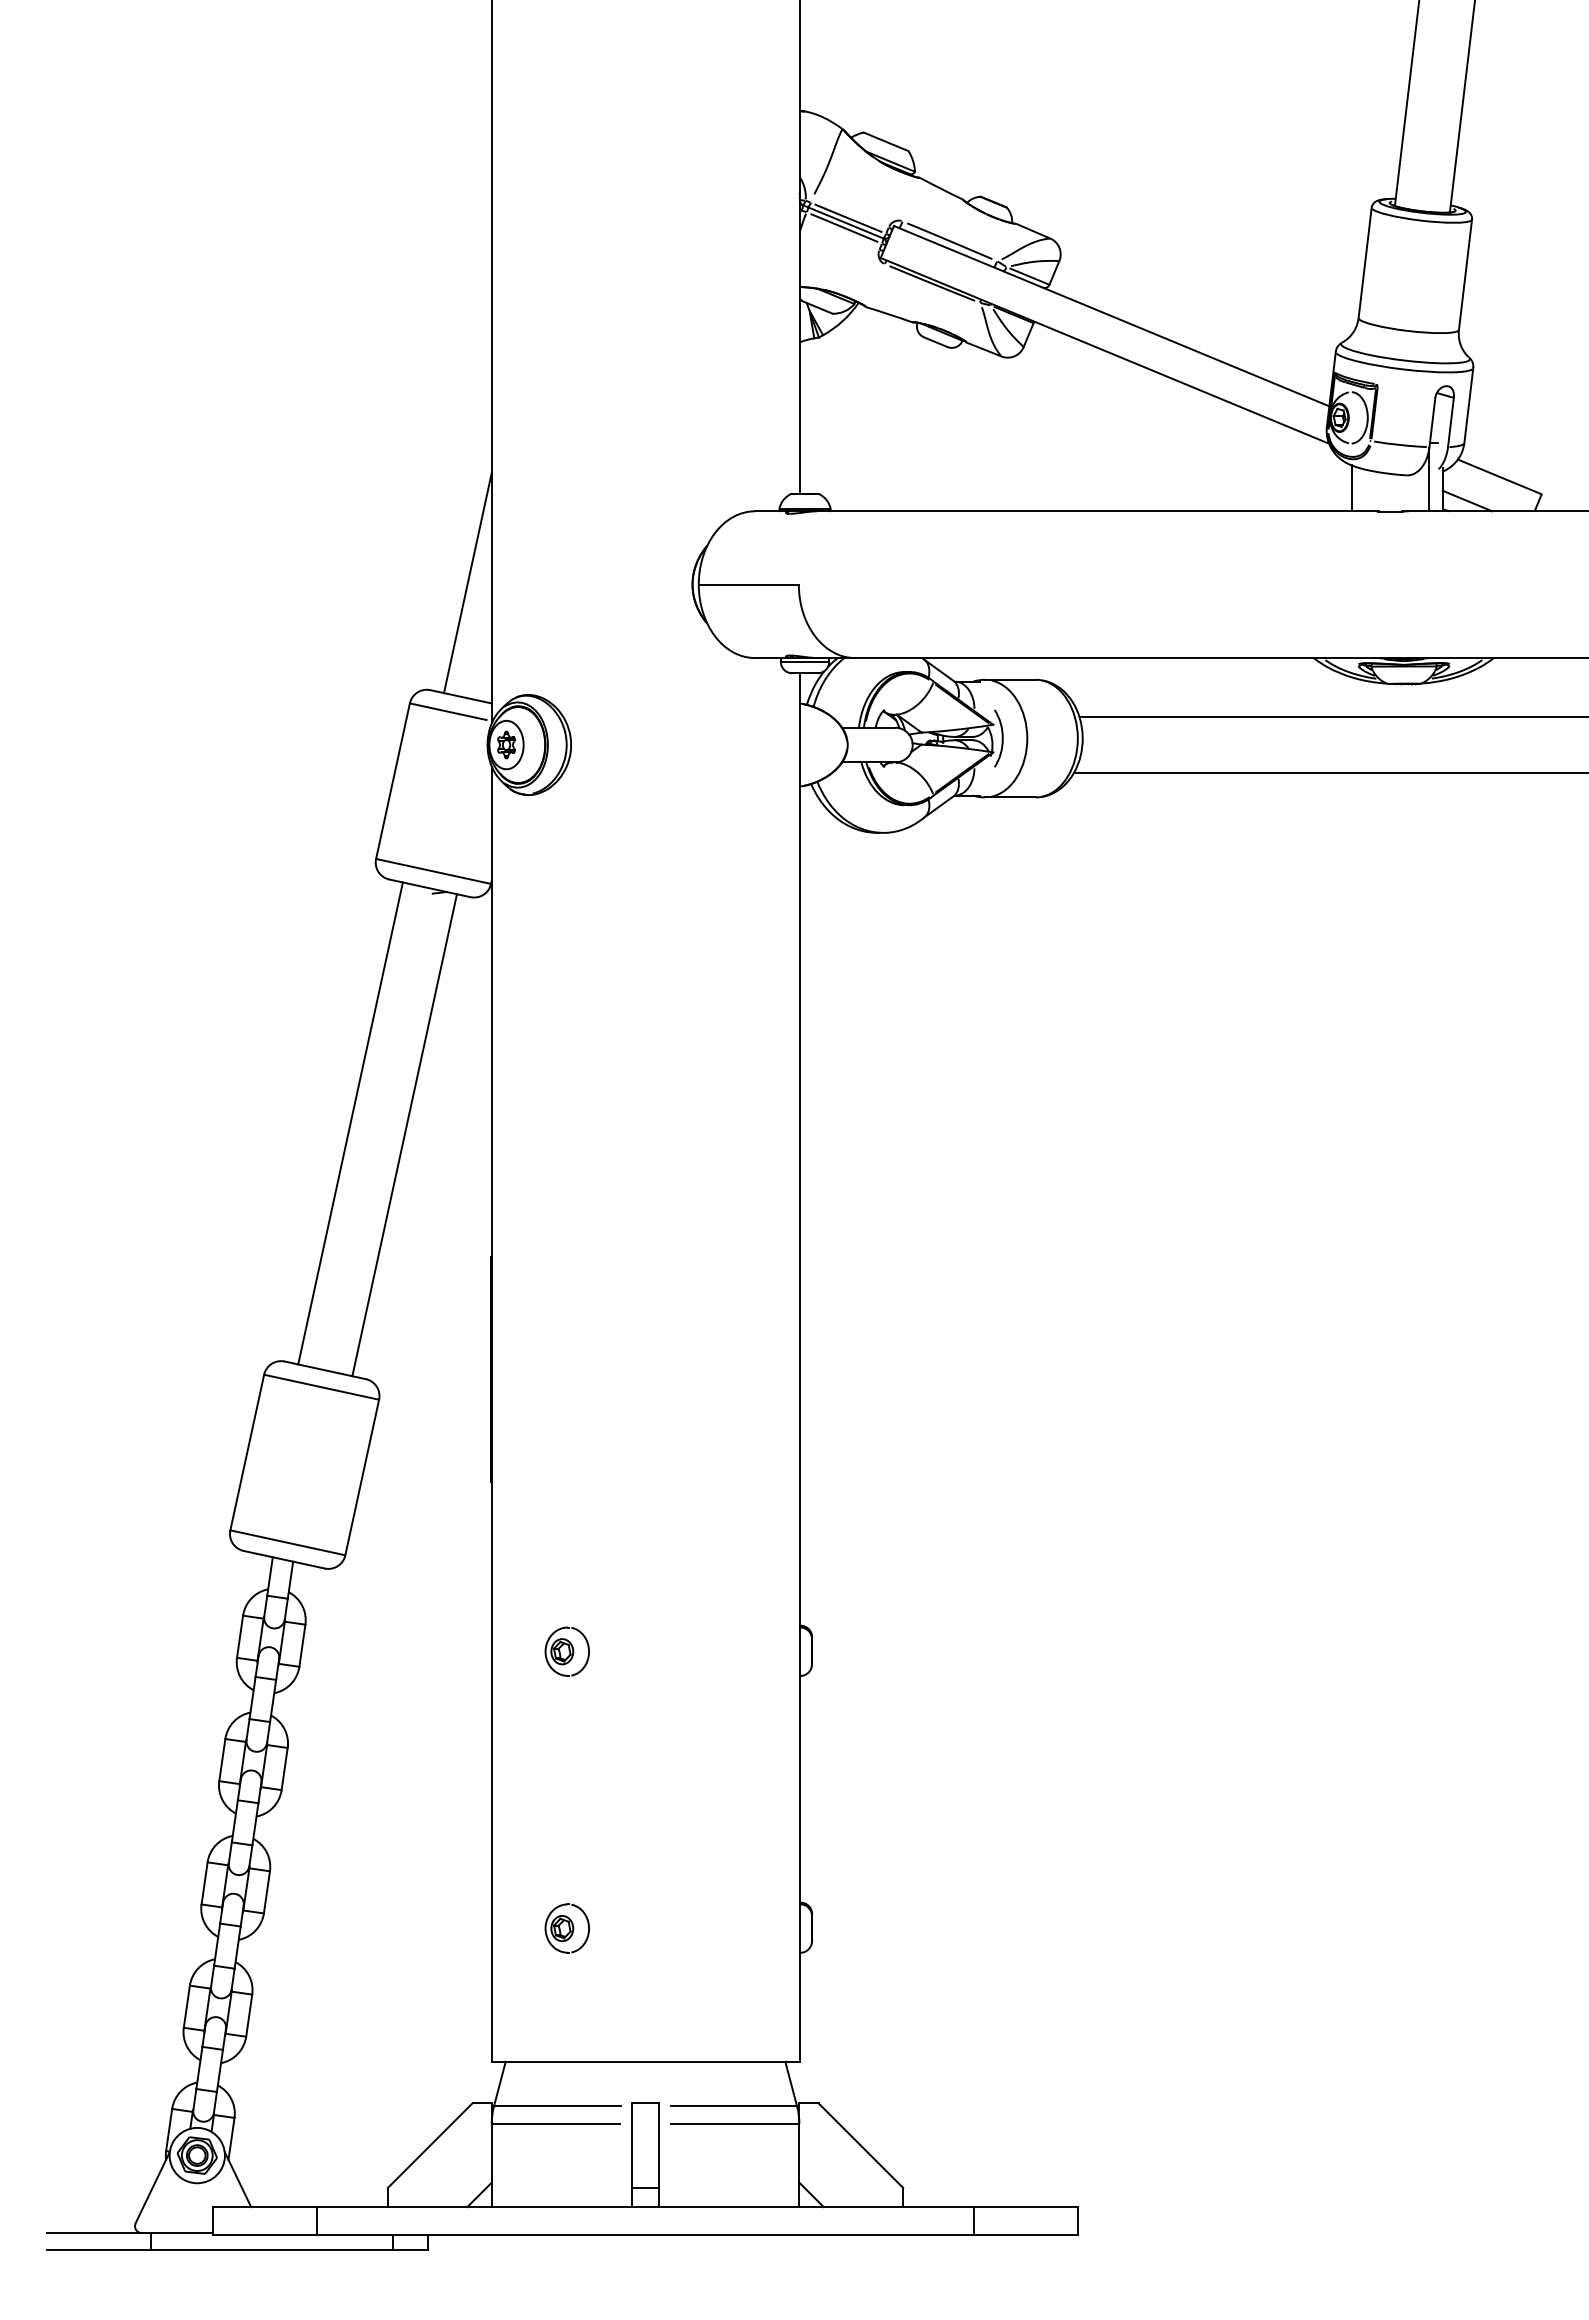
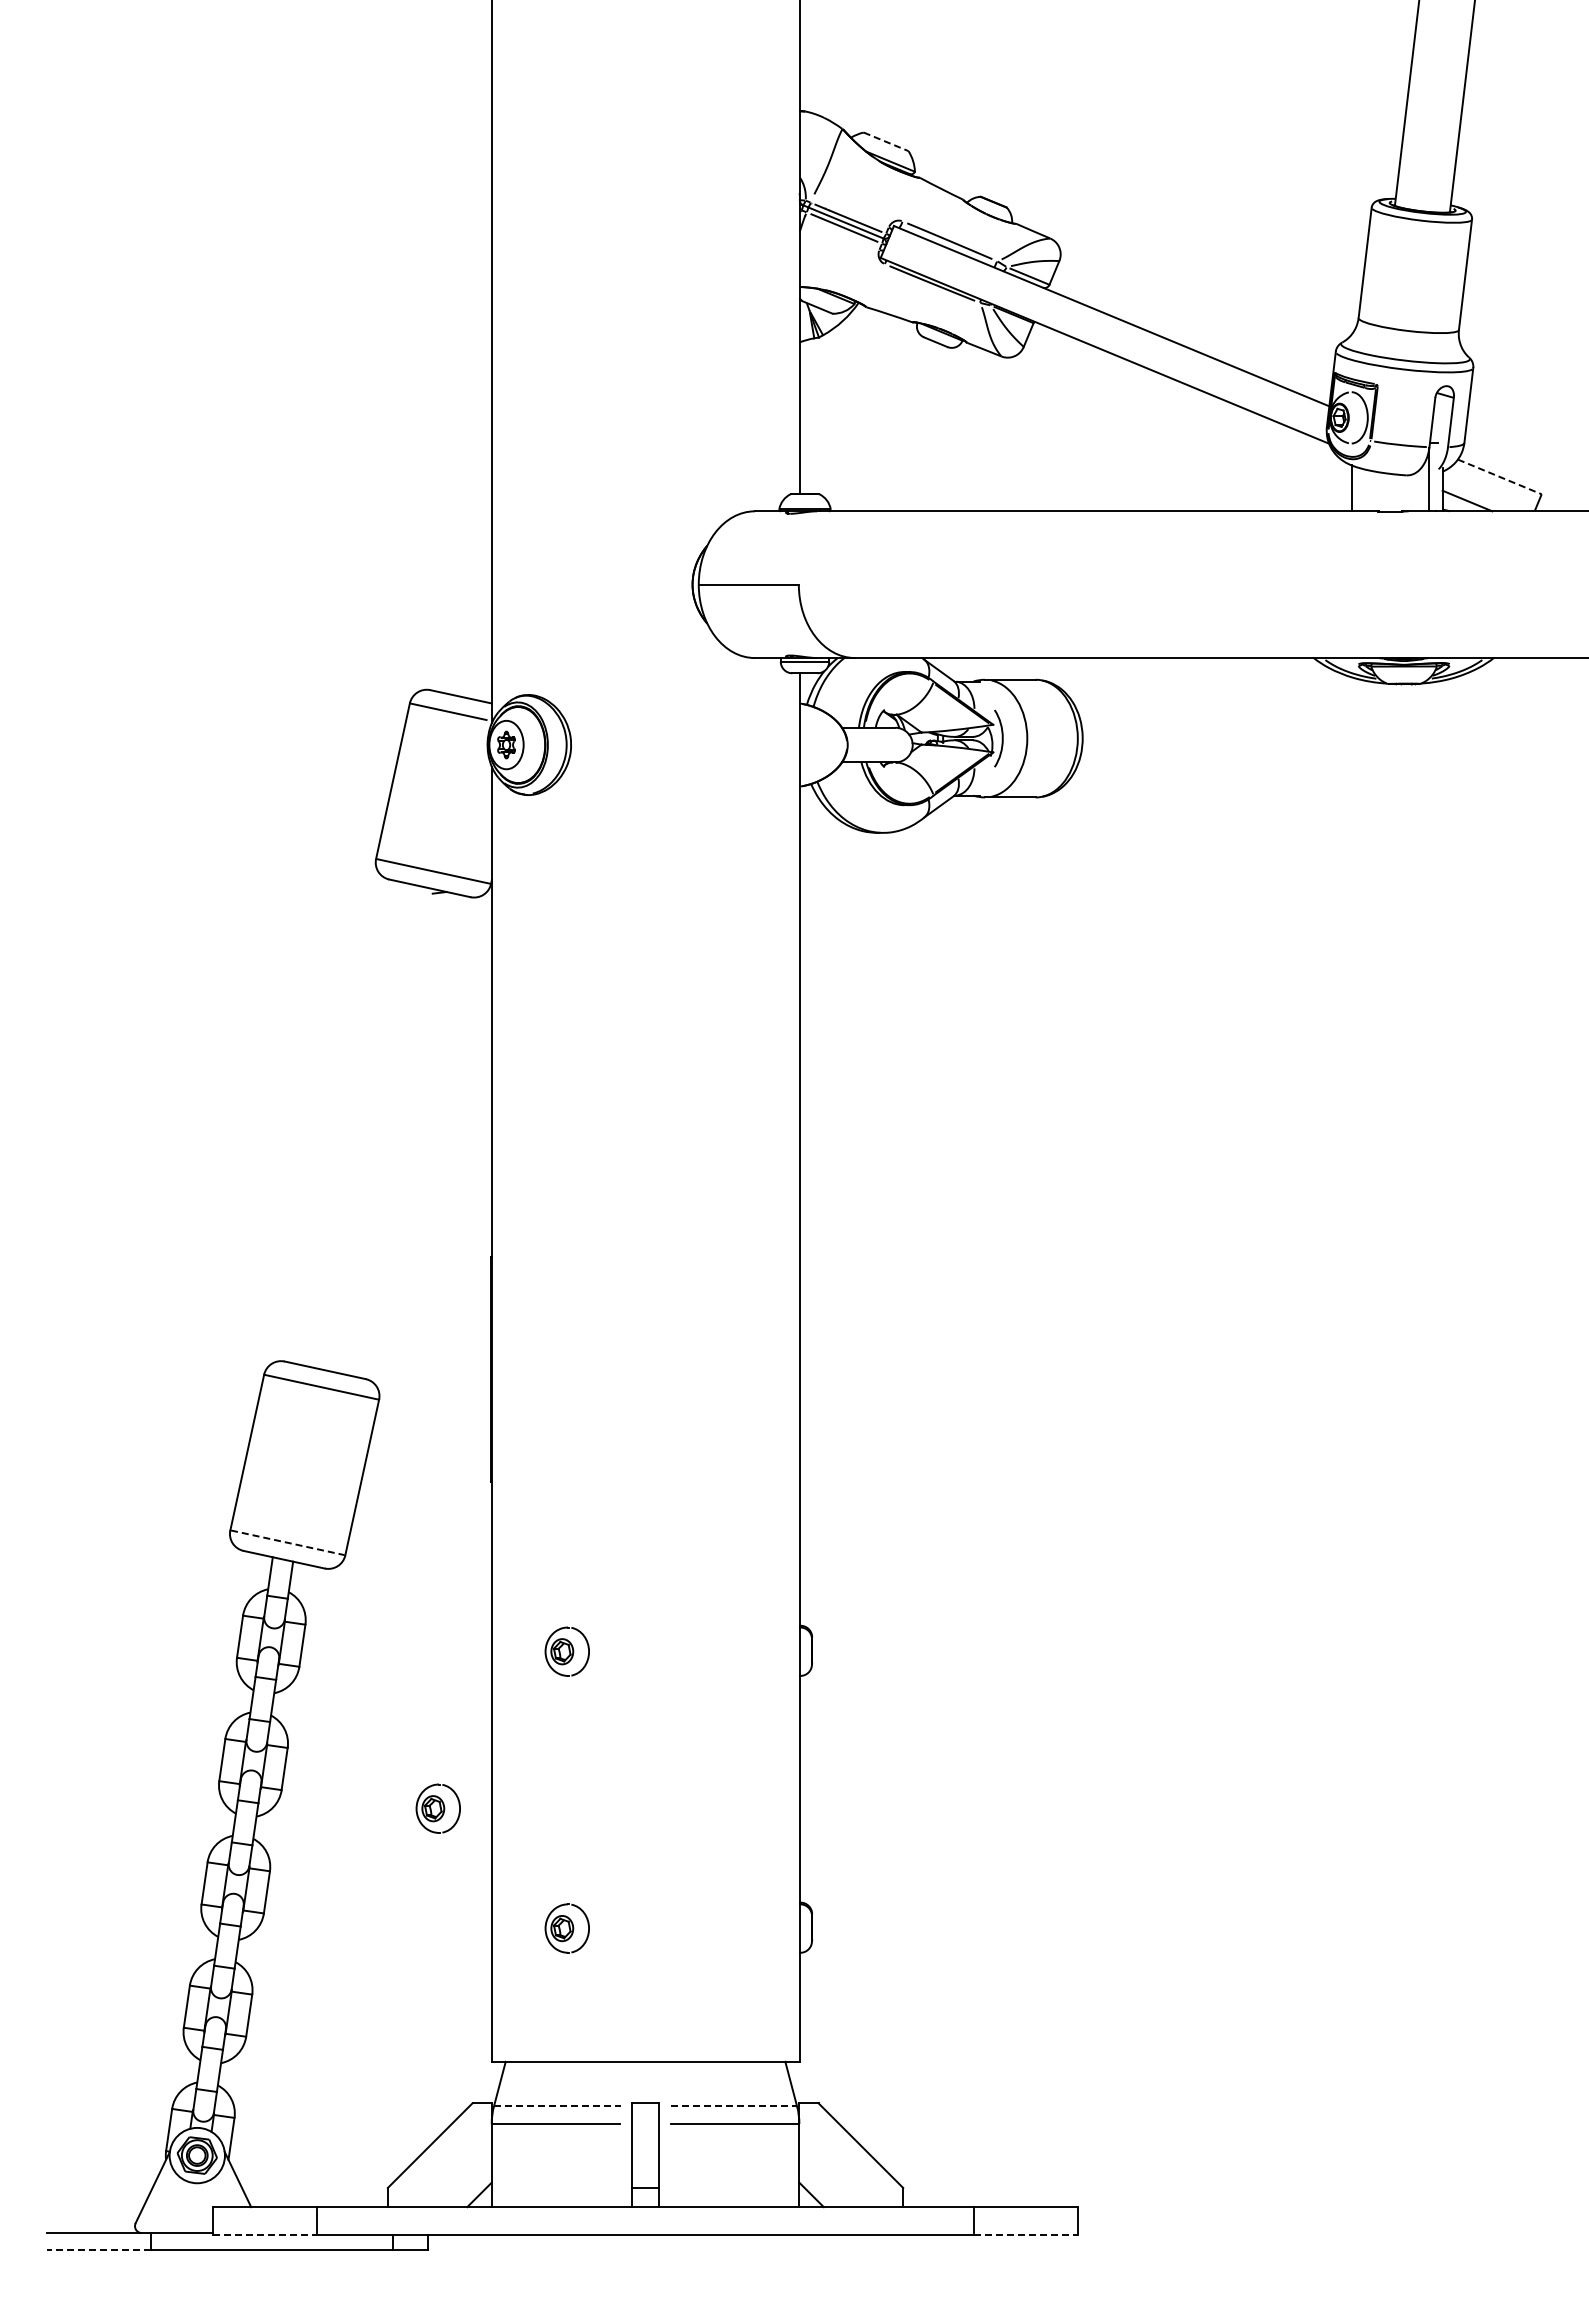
line at (886, 142): solid -> dashed
line at (1500, 477): solid -> dashed
line at (467, 582): present -> none
line at (1332, 717): present -> none
line at (1329, 772): present -> none
line at (350, 1123): present -> none
line at (404, 1135): present -> none
line at (288, 1542): solid -> dashed
part at (437, 1808): none -> present
line at (558, 2106): solid -> dashed
line at (734, 2106): solid -> dashed
line at (264, 2234): solid -> dashed
line at (1026, 2234): solid -> dashed
line at (99, 2250): solid -> dashed
